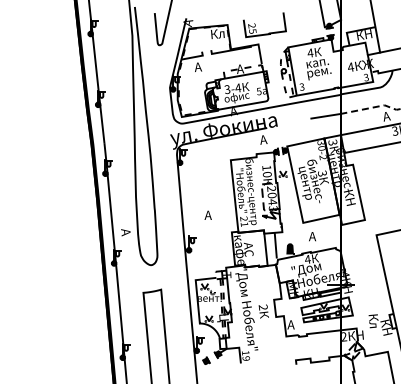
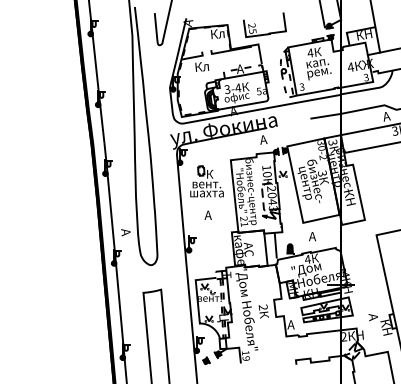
text at (202, 66): А -> Кл
line at (371, 107): dashed -> solid
part at (206, 181): none -> present
text at (373, 321): Кл -> А
